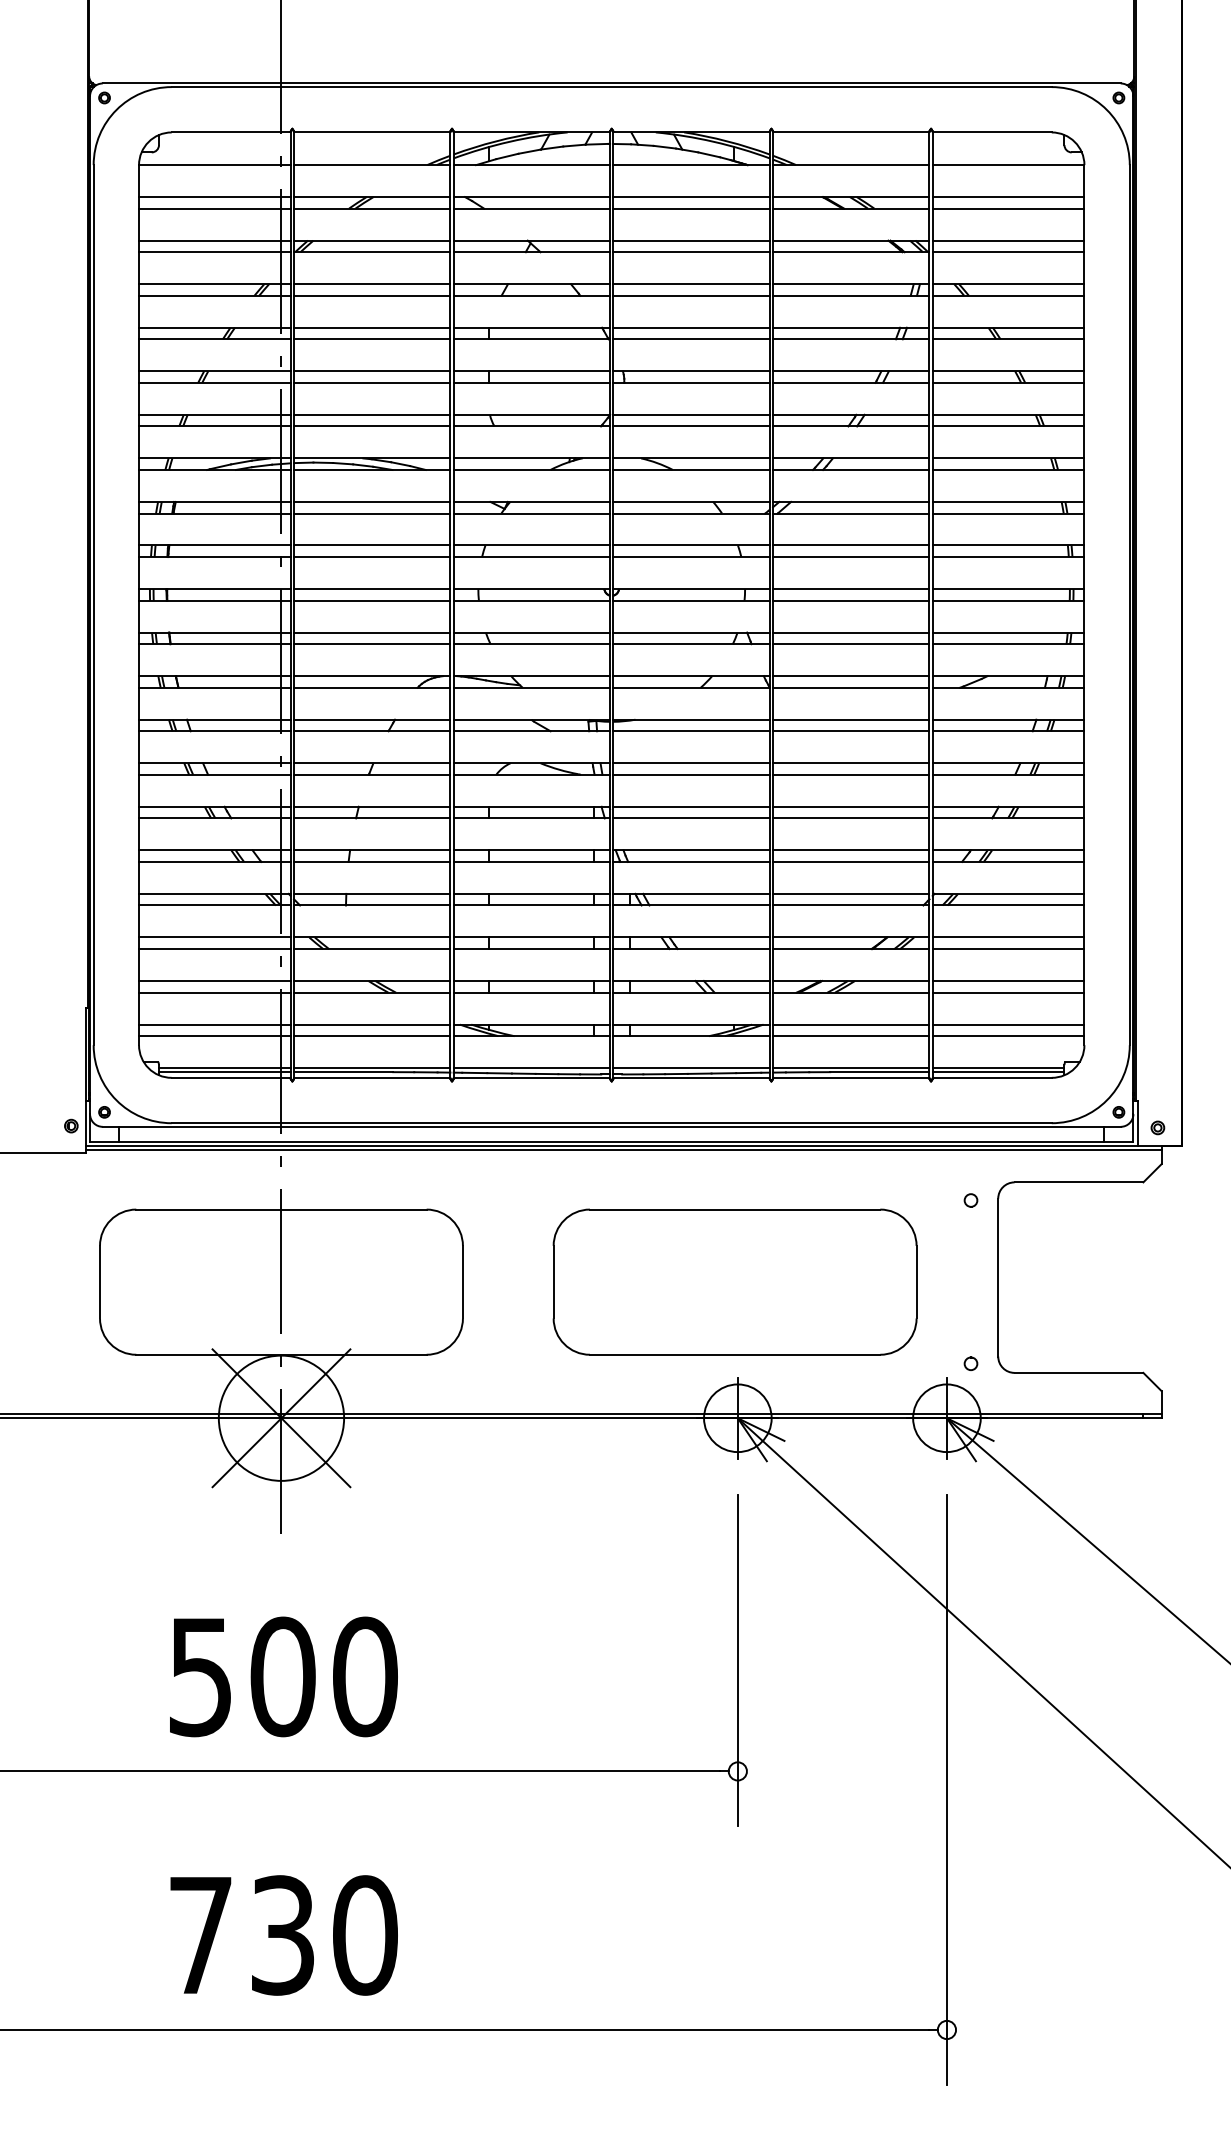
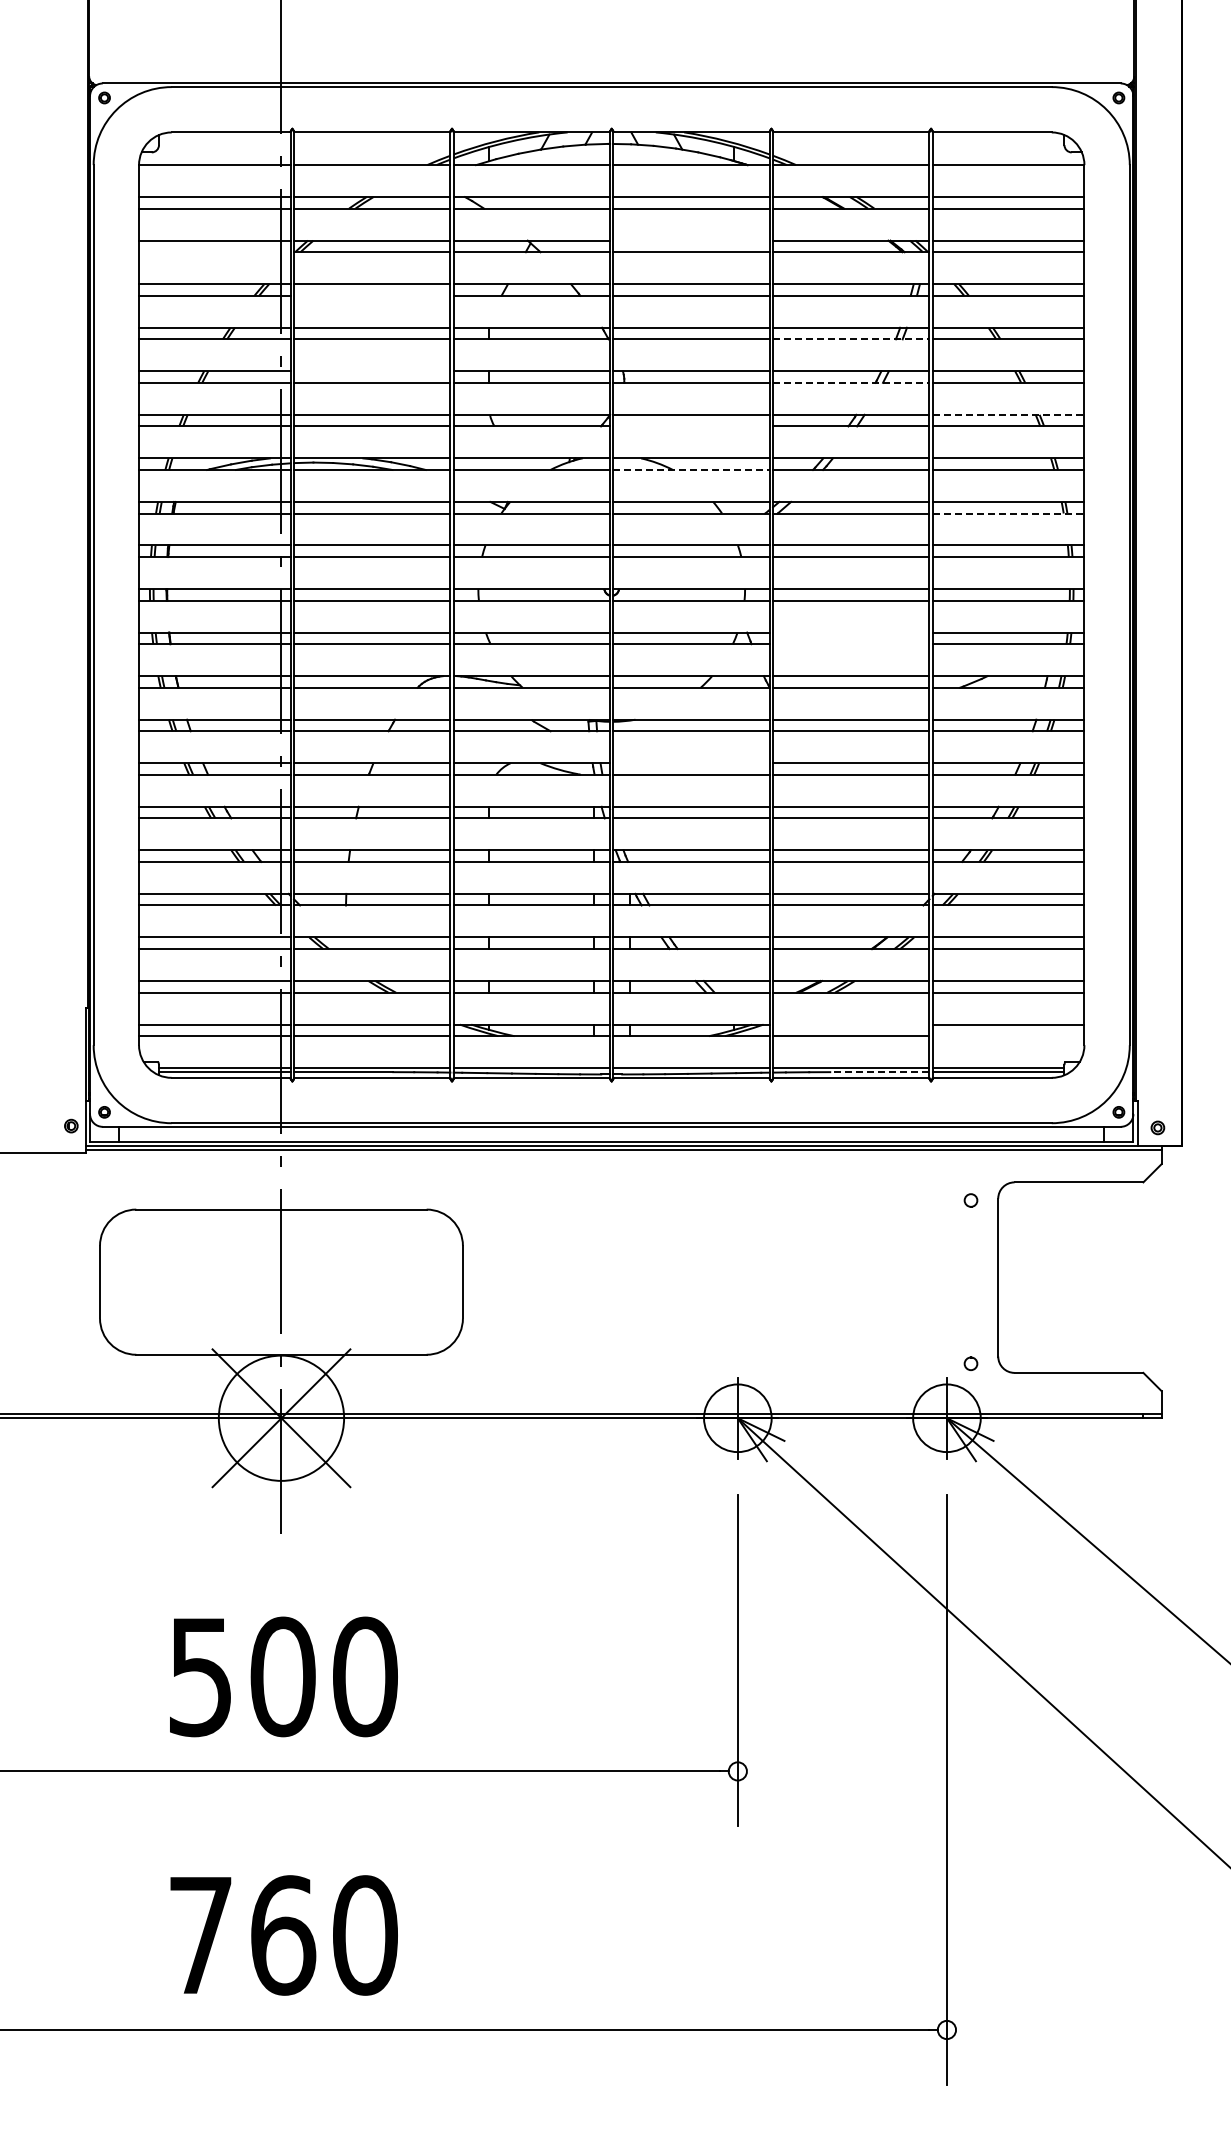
line at (691, 240): present -> none
line at (214, 252): present -> none
line at (372, 295): present -> none
line at (851, 339): solid -> dashed
line at (372, 371): present -> none
line at (851, 382): solid -> dashed
line at (1008, 414): solid -> dashed
line at (691, 426): present -> none
line at (692, 469): solid -> dashed
line at (1008, 513): solid -> dashed
line at (851, 632): present -> none
line at (851, 644): present -> none
line at (691, 763): present -> none
line at (851, 1024): present -> none
line at (1008, 1036): present -> none
line at (879, 1072): solid -> dashed
part at (734, 1281): present -> none
text at (283, 1935): 730 -> 760
